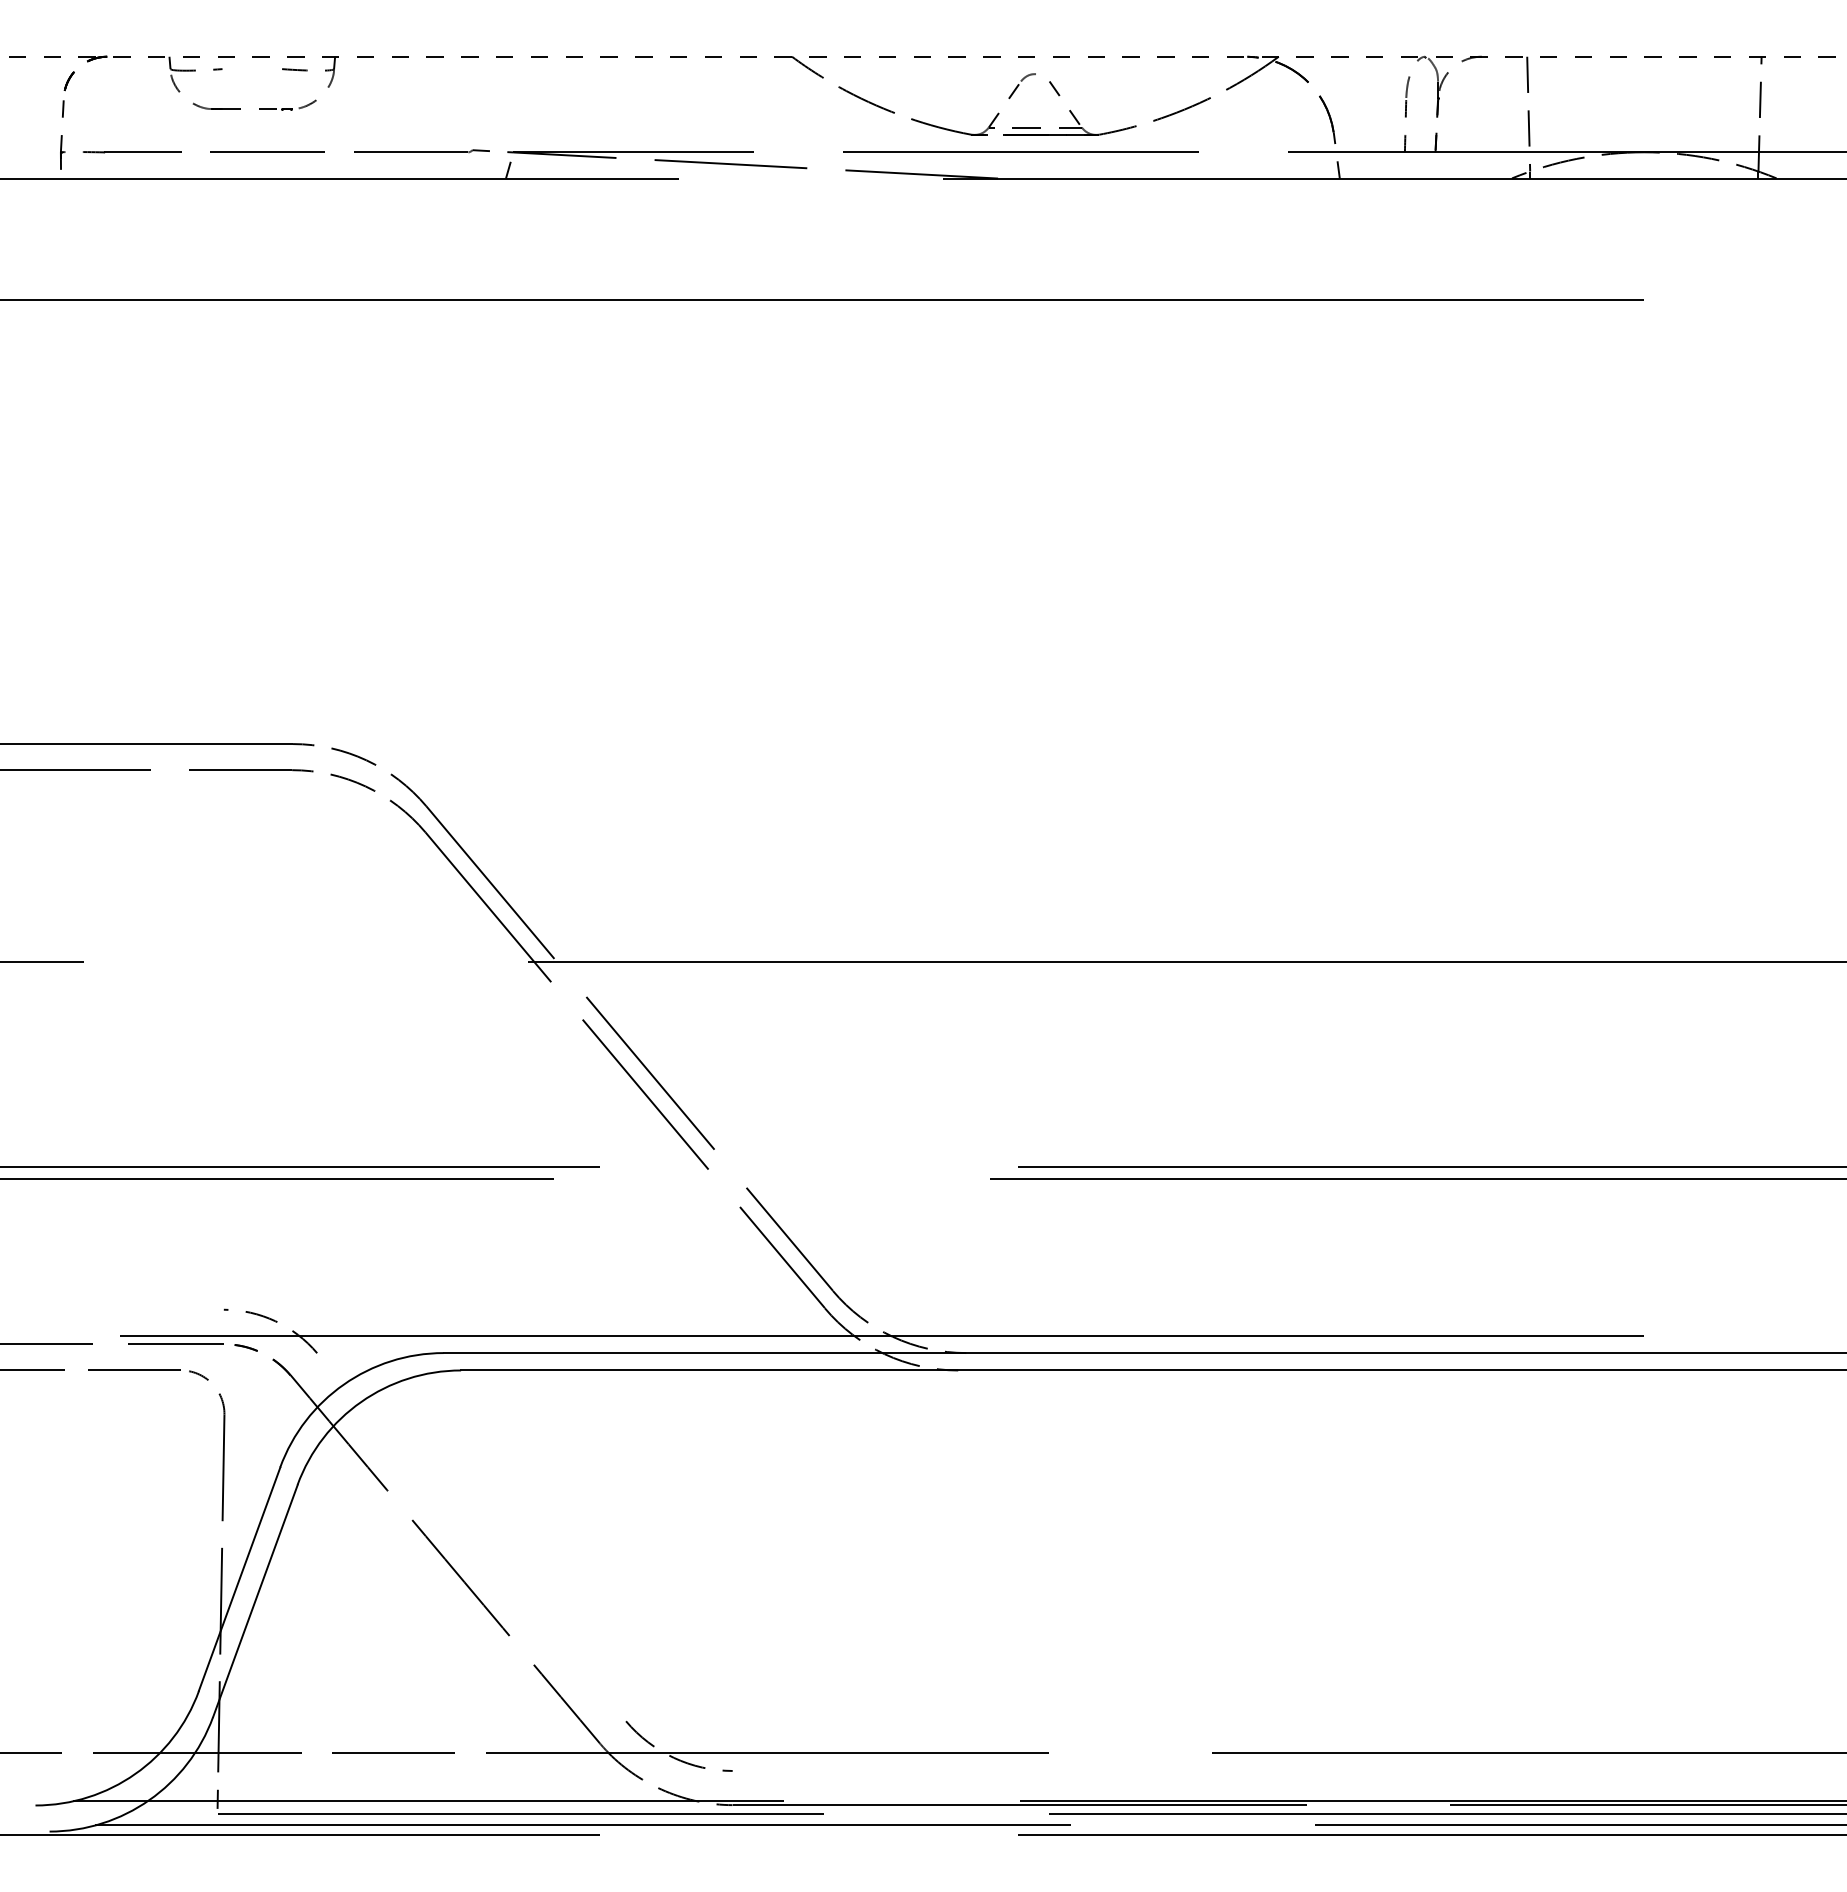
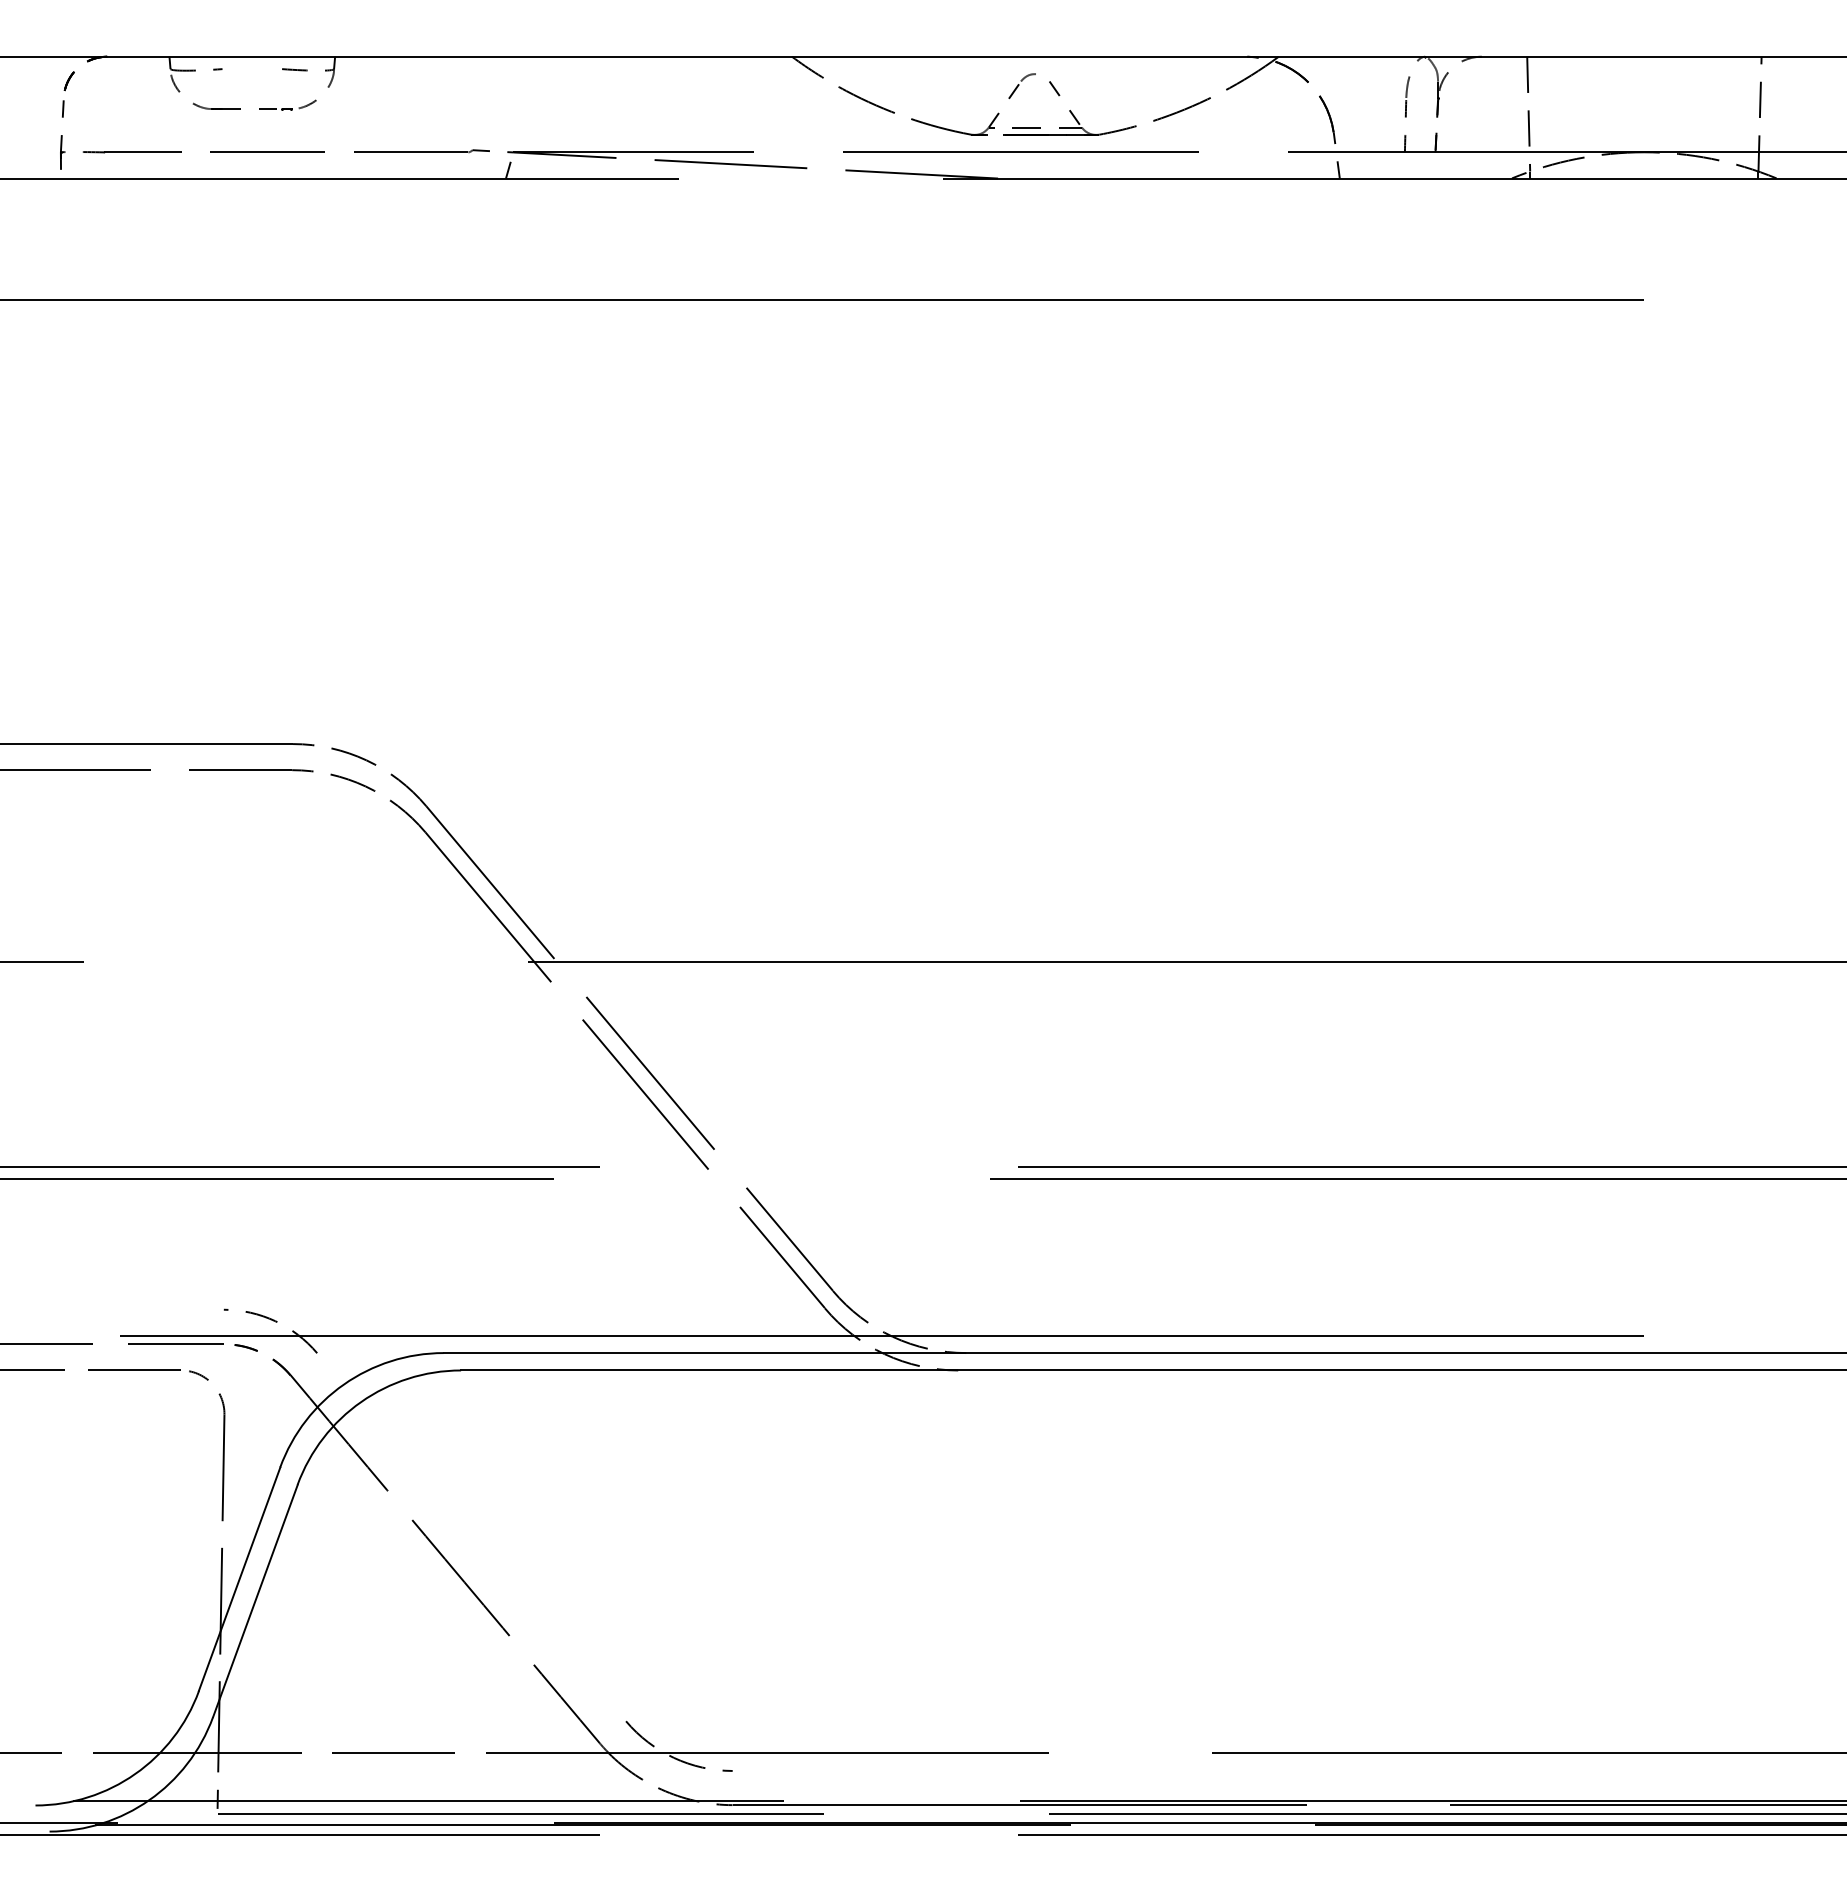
line at (923, 56): dashed -> solid
line at (922, 1822): none -> present
